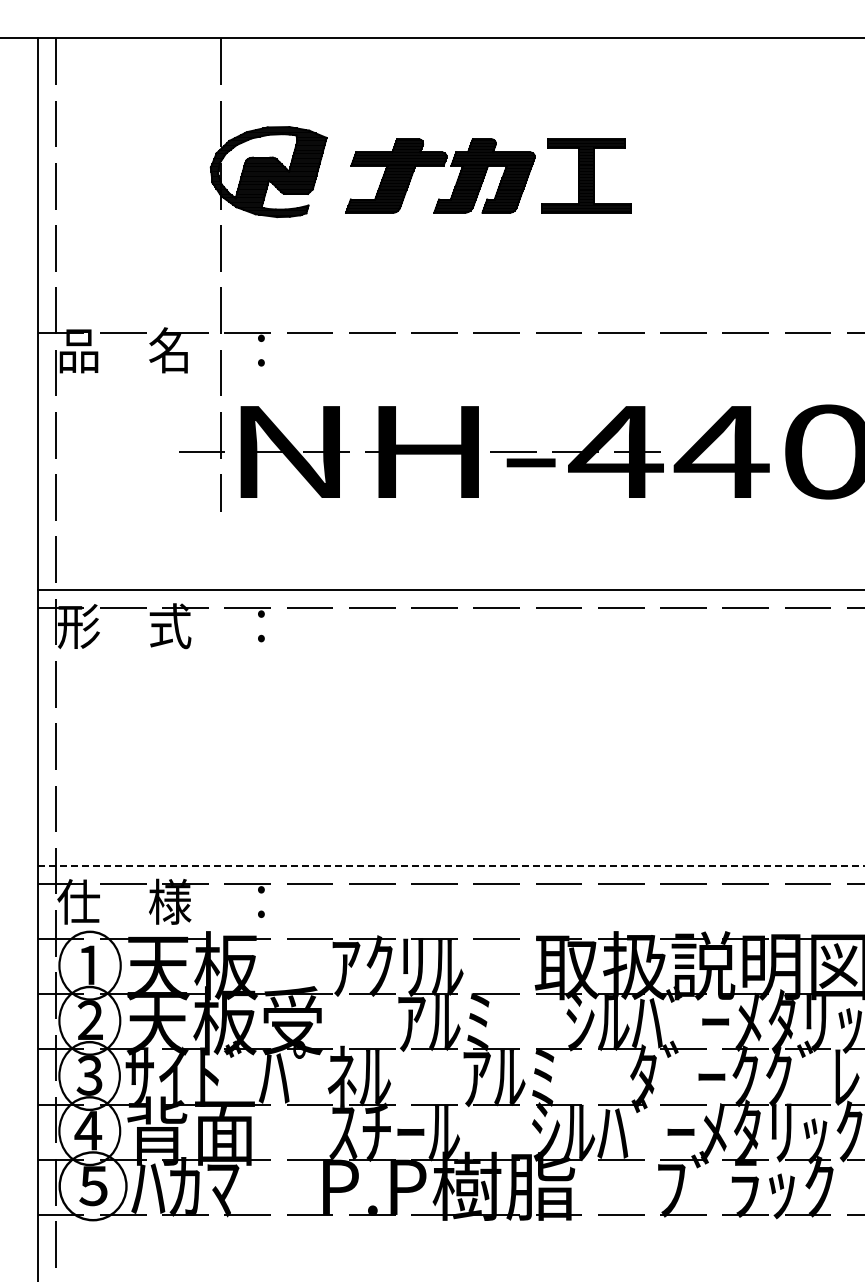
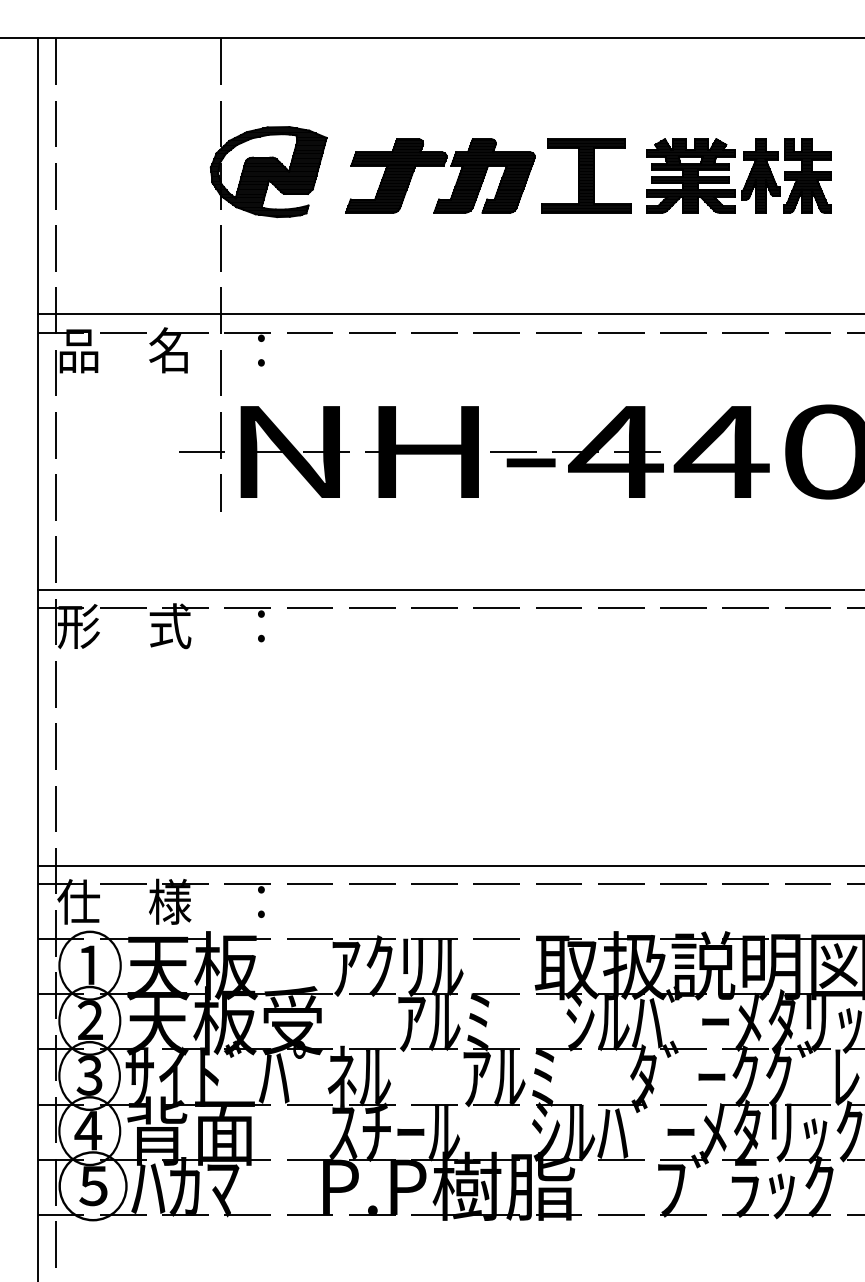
part at (729, 176): none -> present
line at (449, 314): none -> present
line at (451, 865): dashed -> solid
